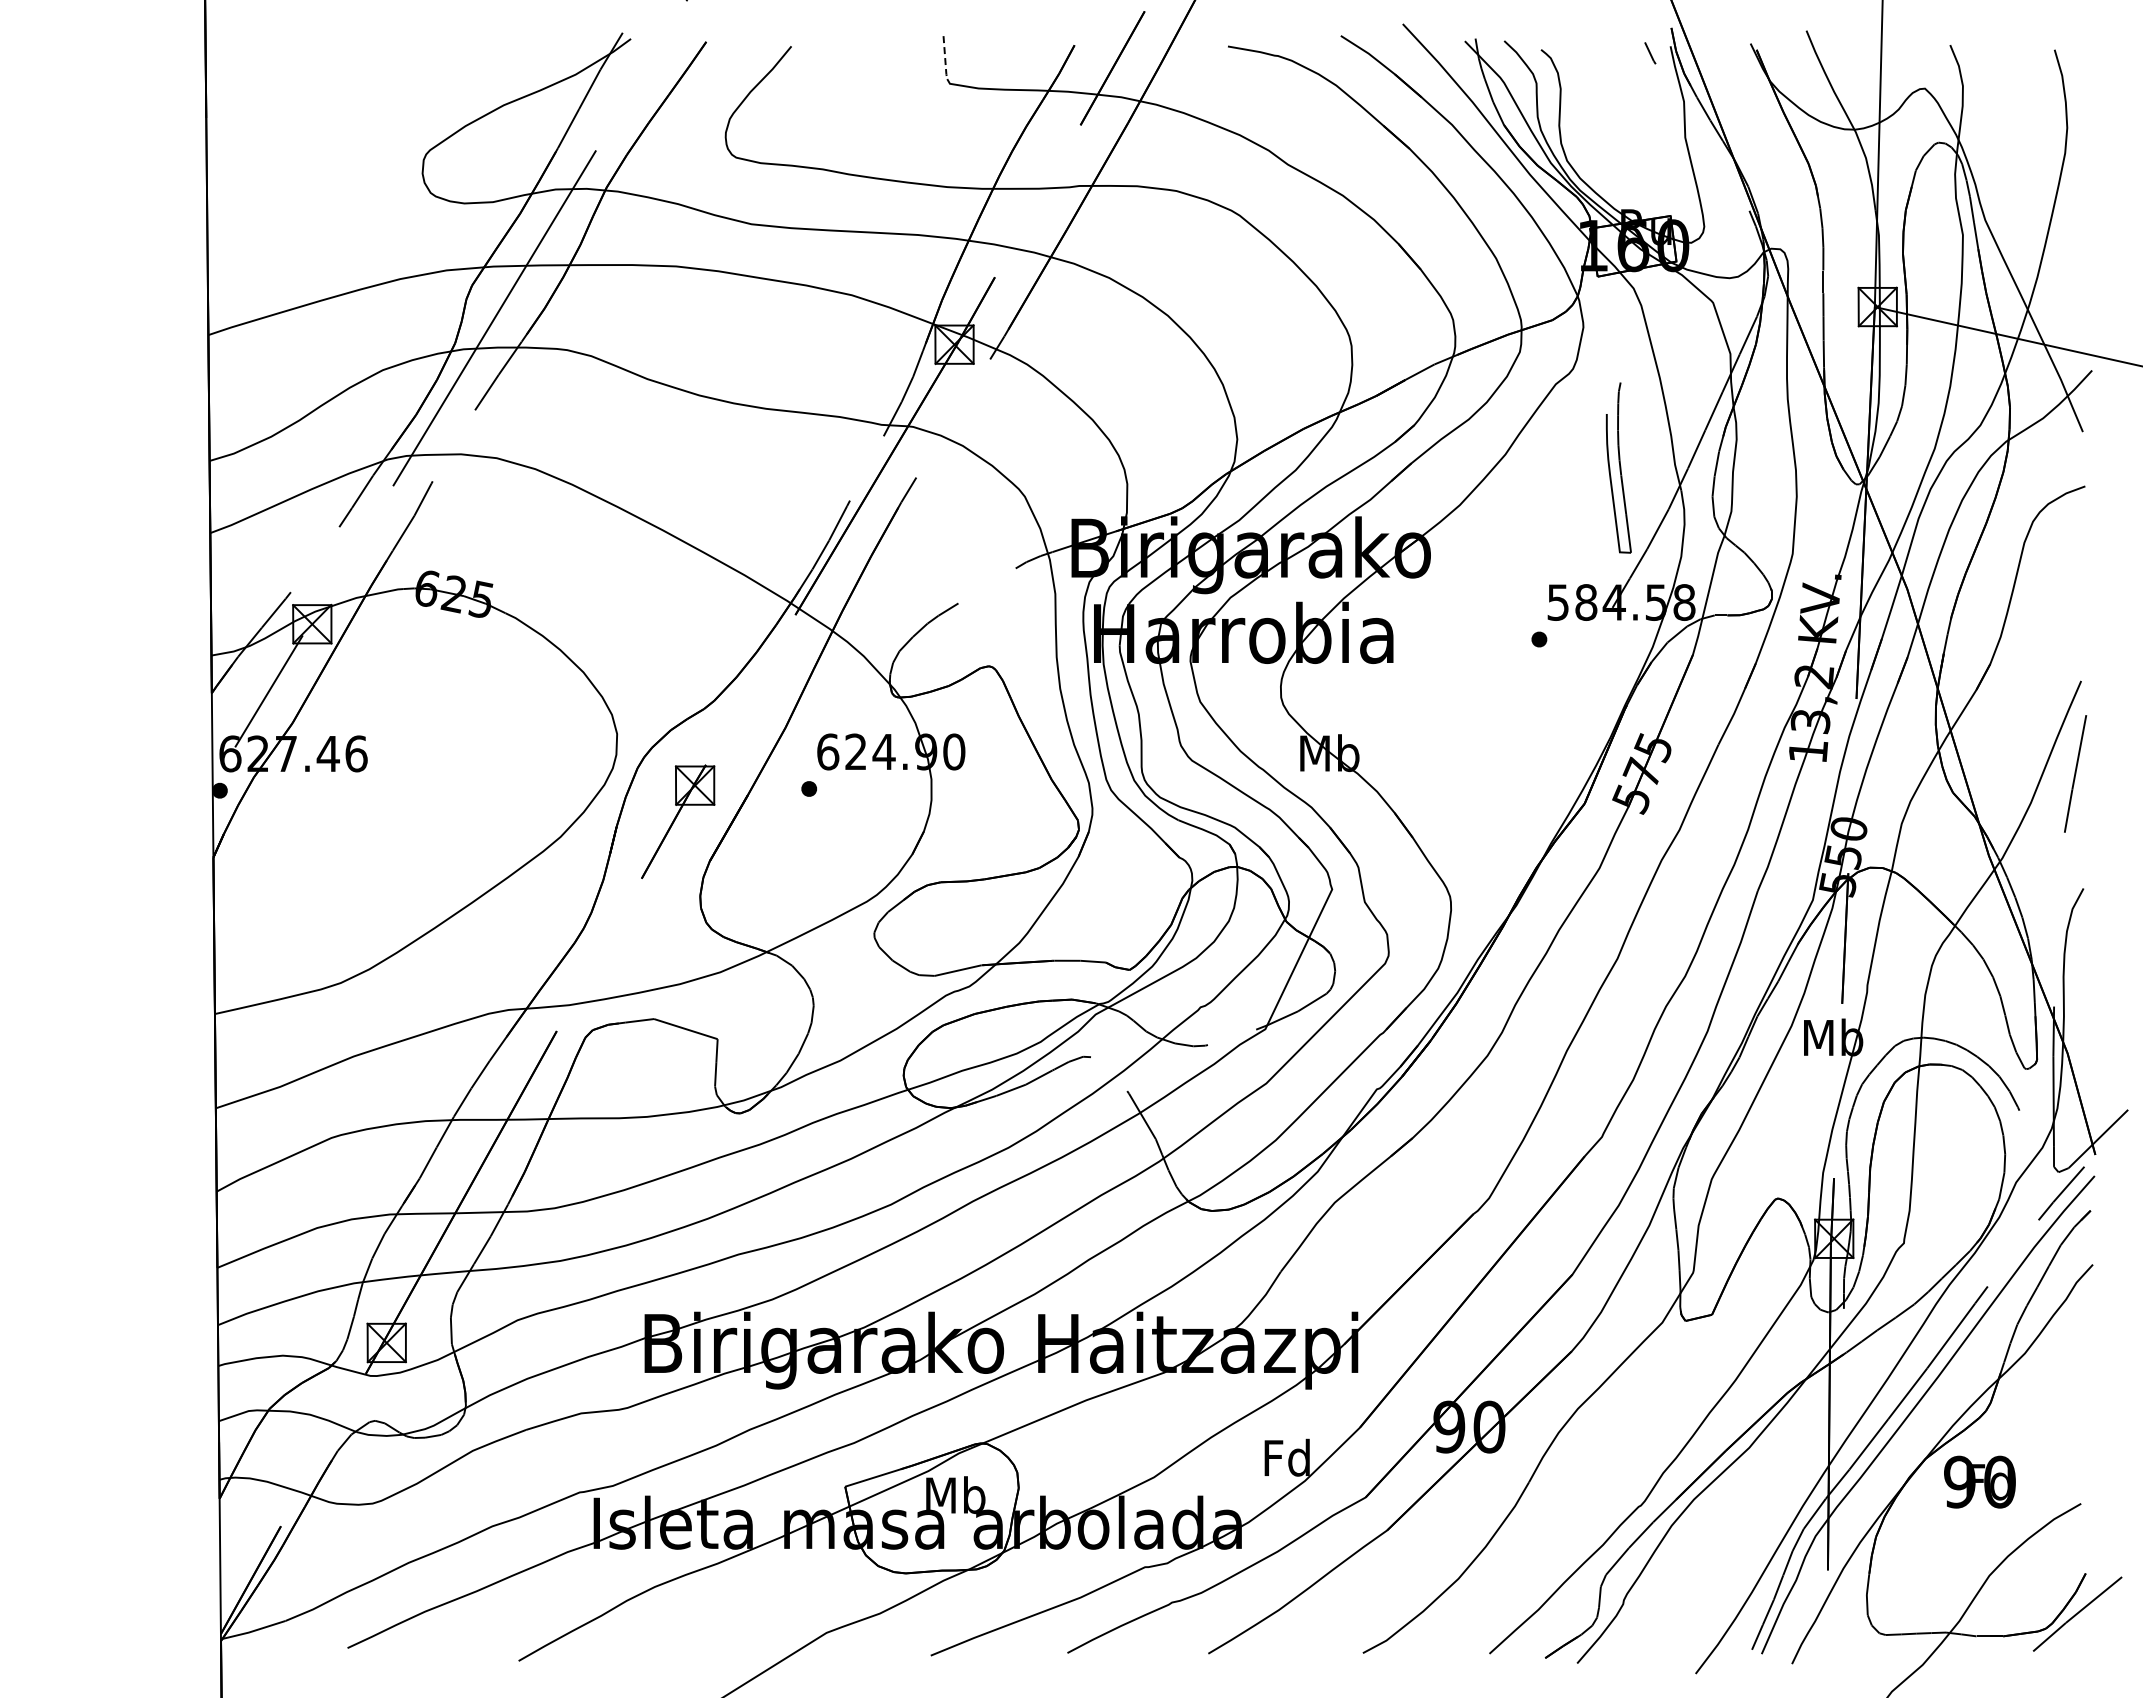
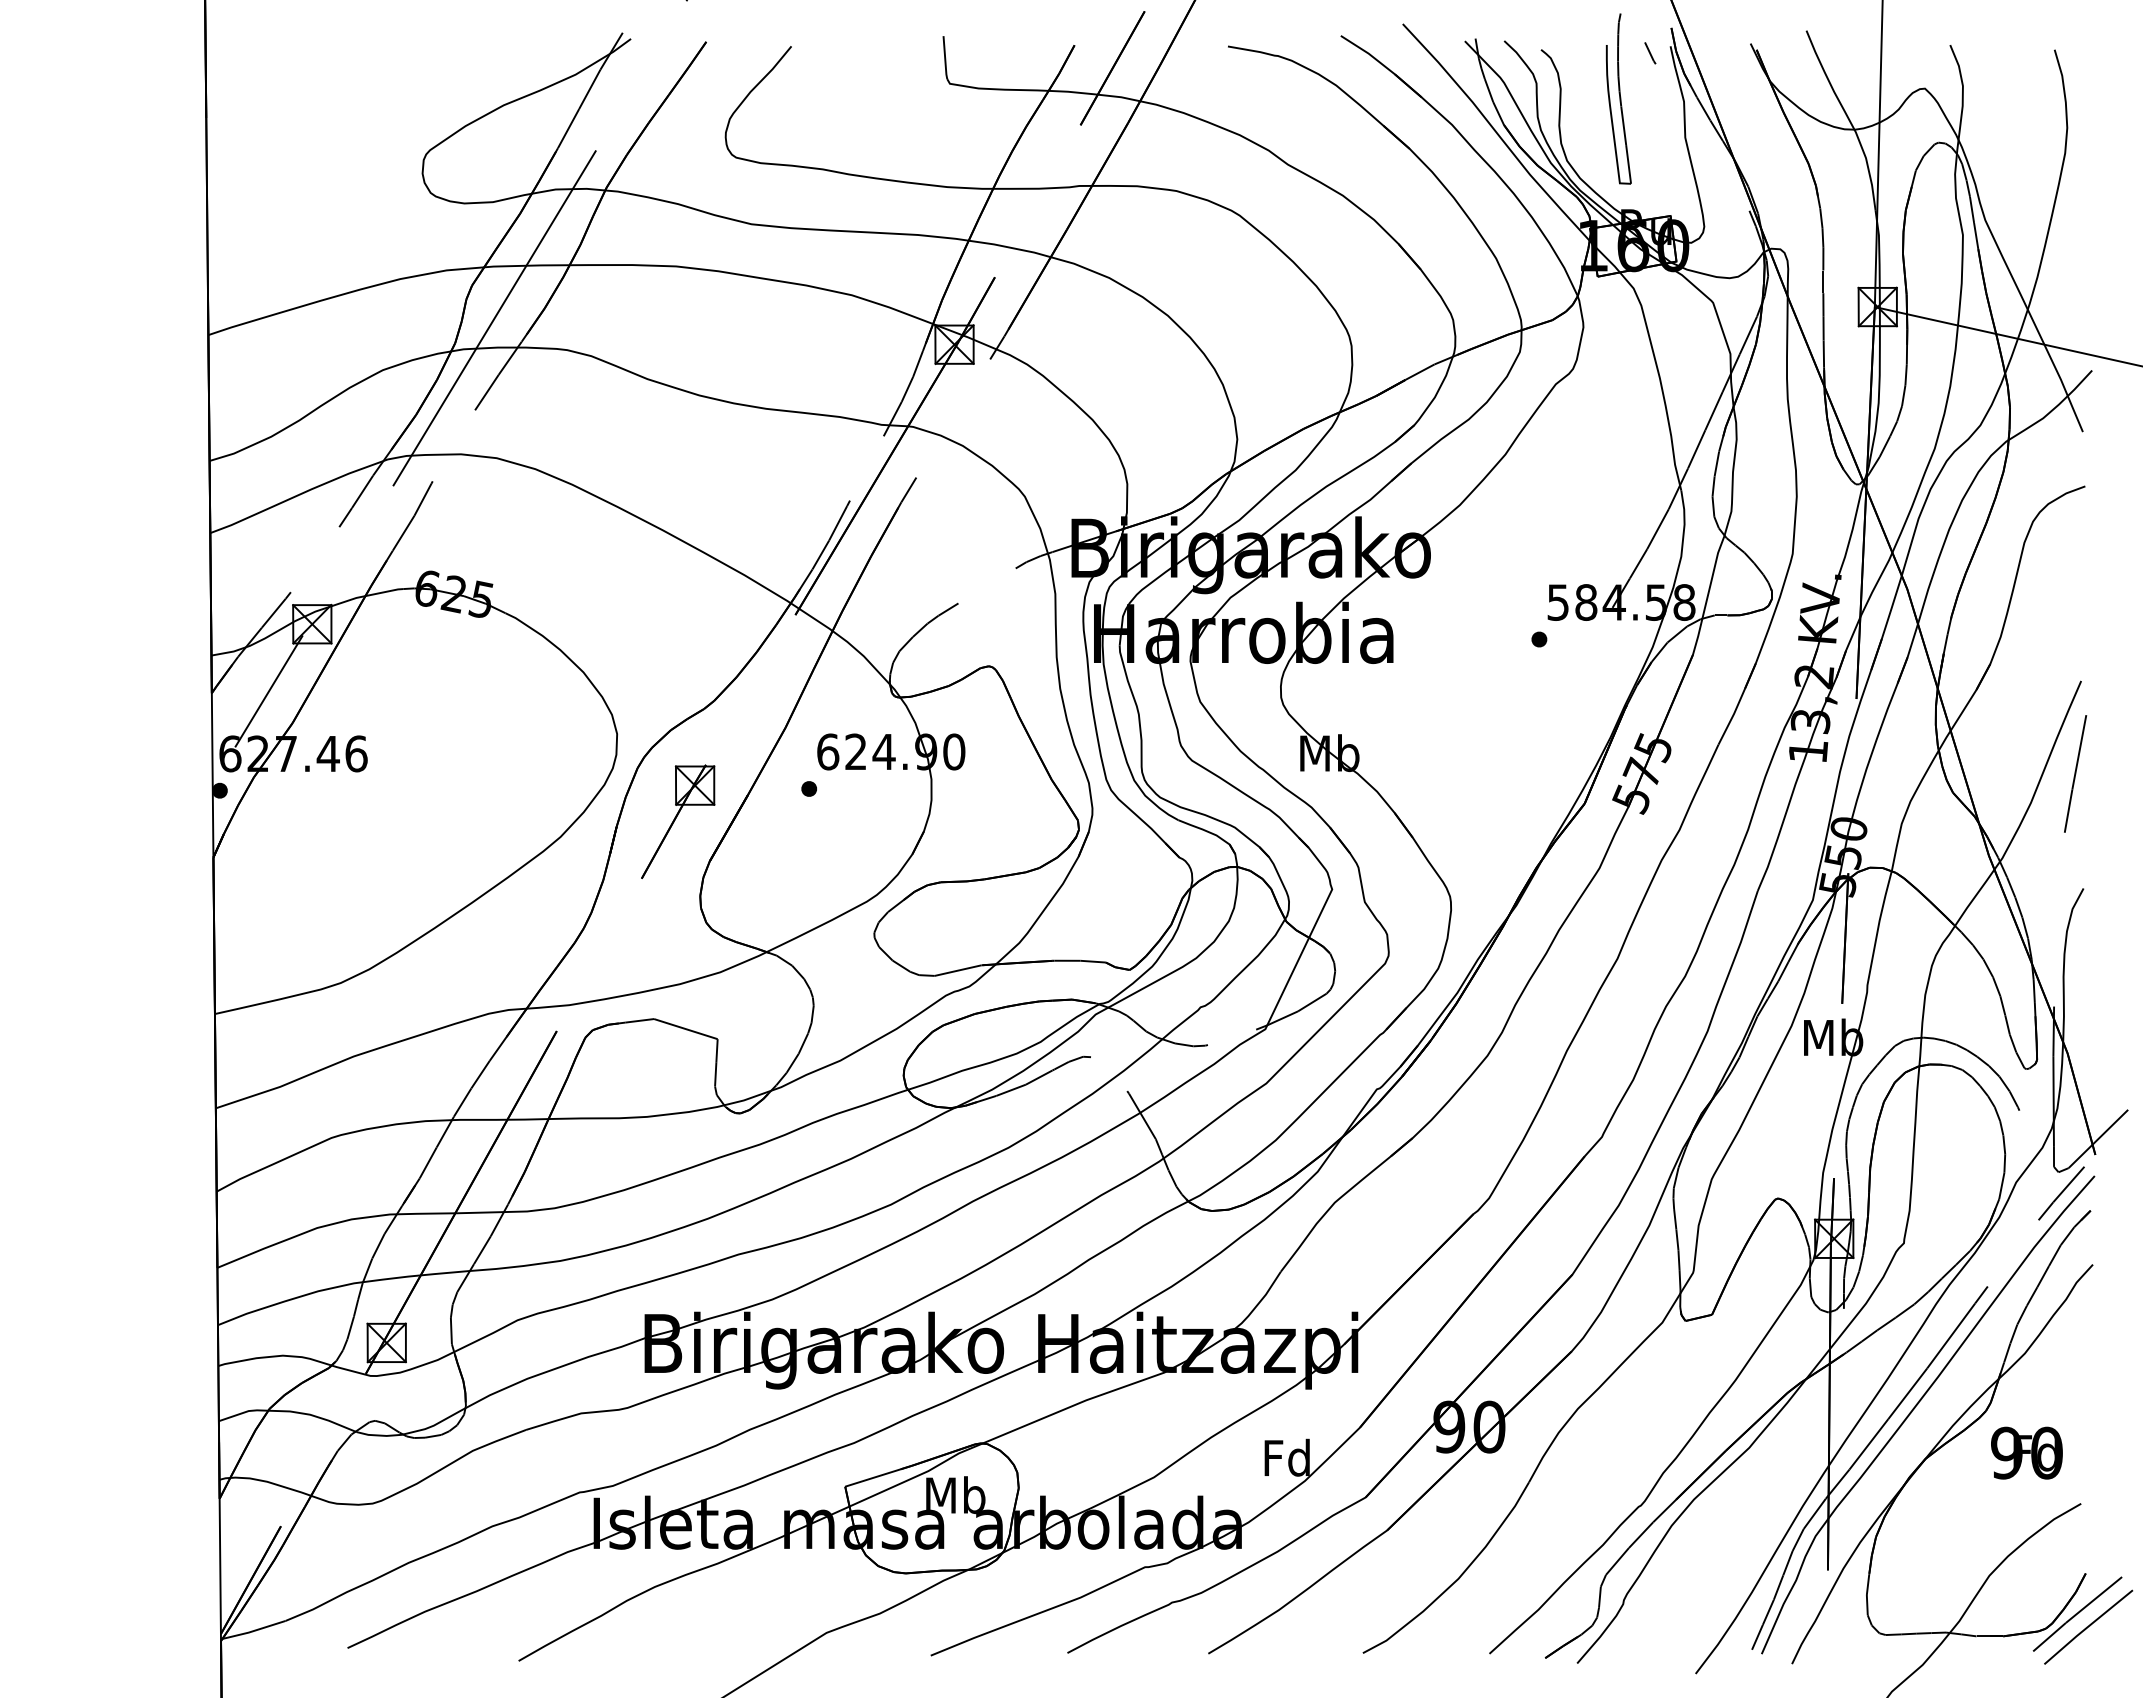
line at (945, 58): dashed -> solid
part at (1618, 467) position: (1618, 467) -> (1618, 98)
text at (1979, 1481) position: (1979, 1481) -> (2026, 1452)
line at (2088, 1626): none -> present
